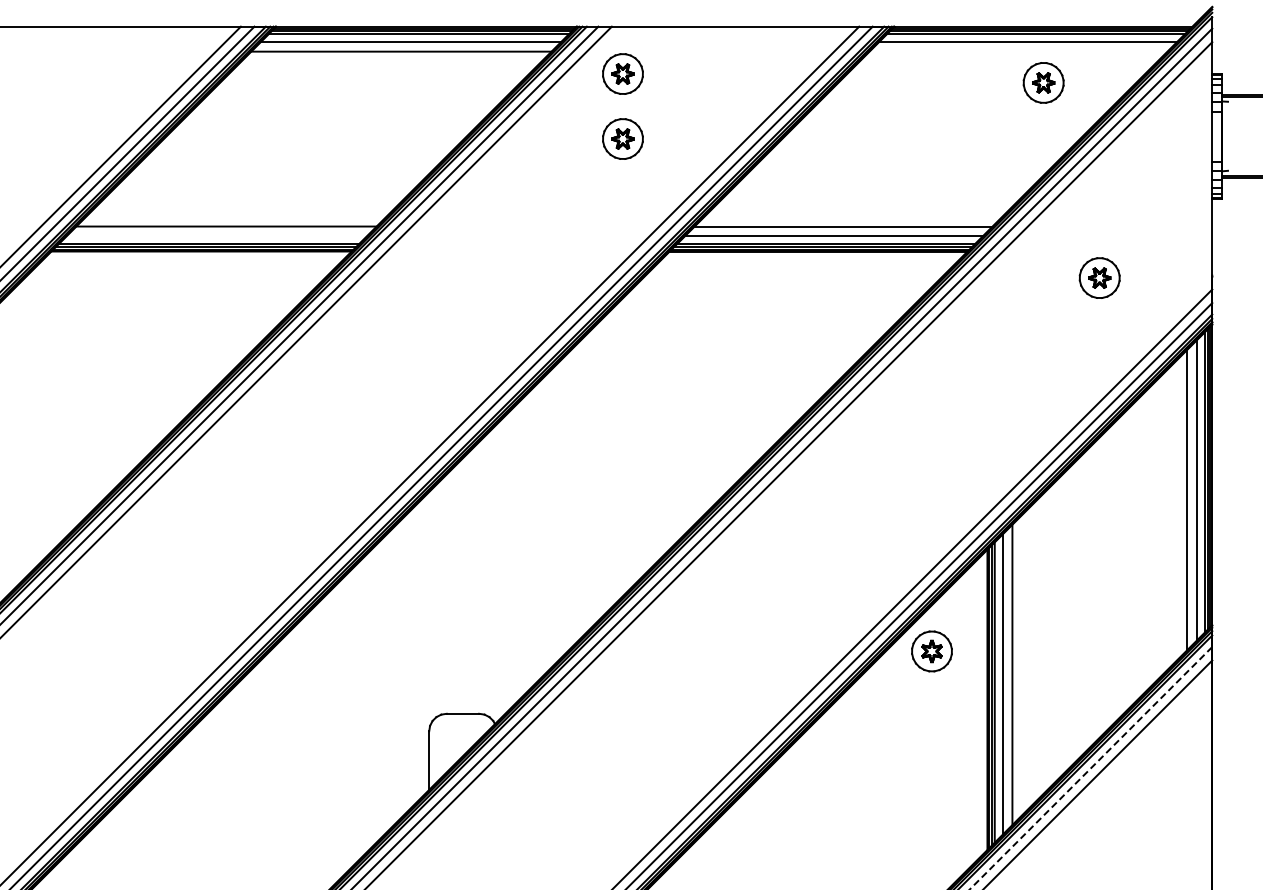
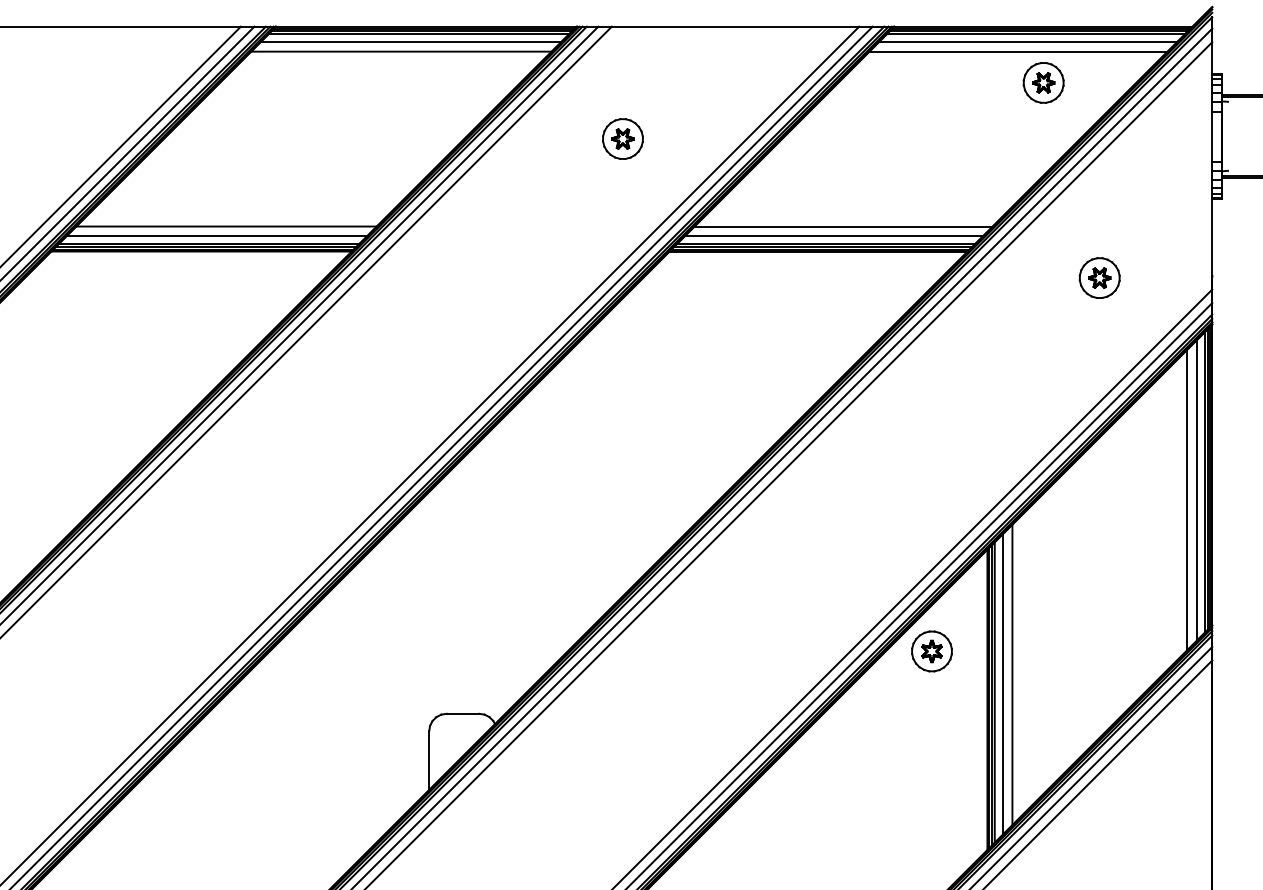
line at (1018, 51): none -> present
part at (622, 73): present -> none
line at (216, 236): none -> present
line at (1090, 768): dashed -> solid
